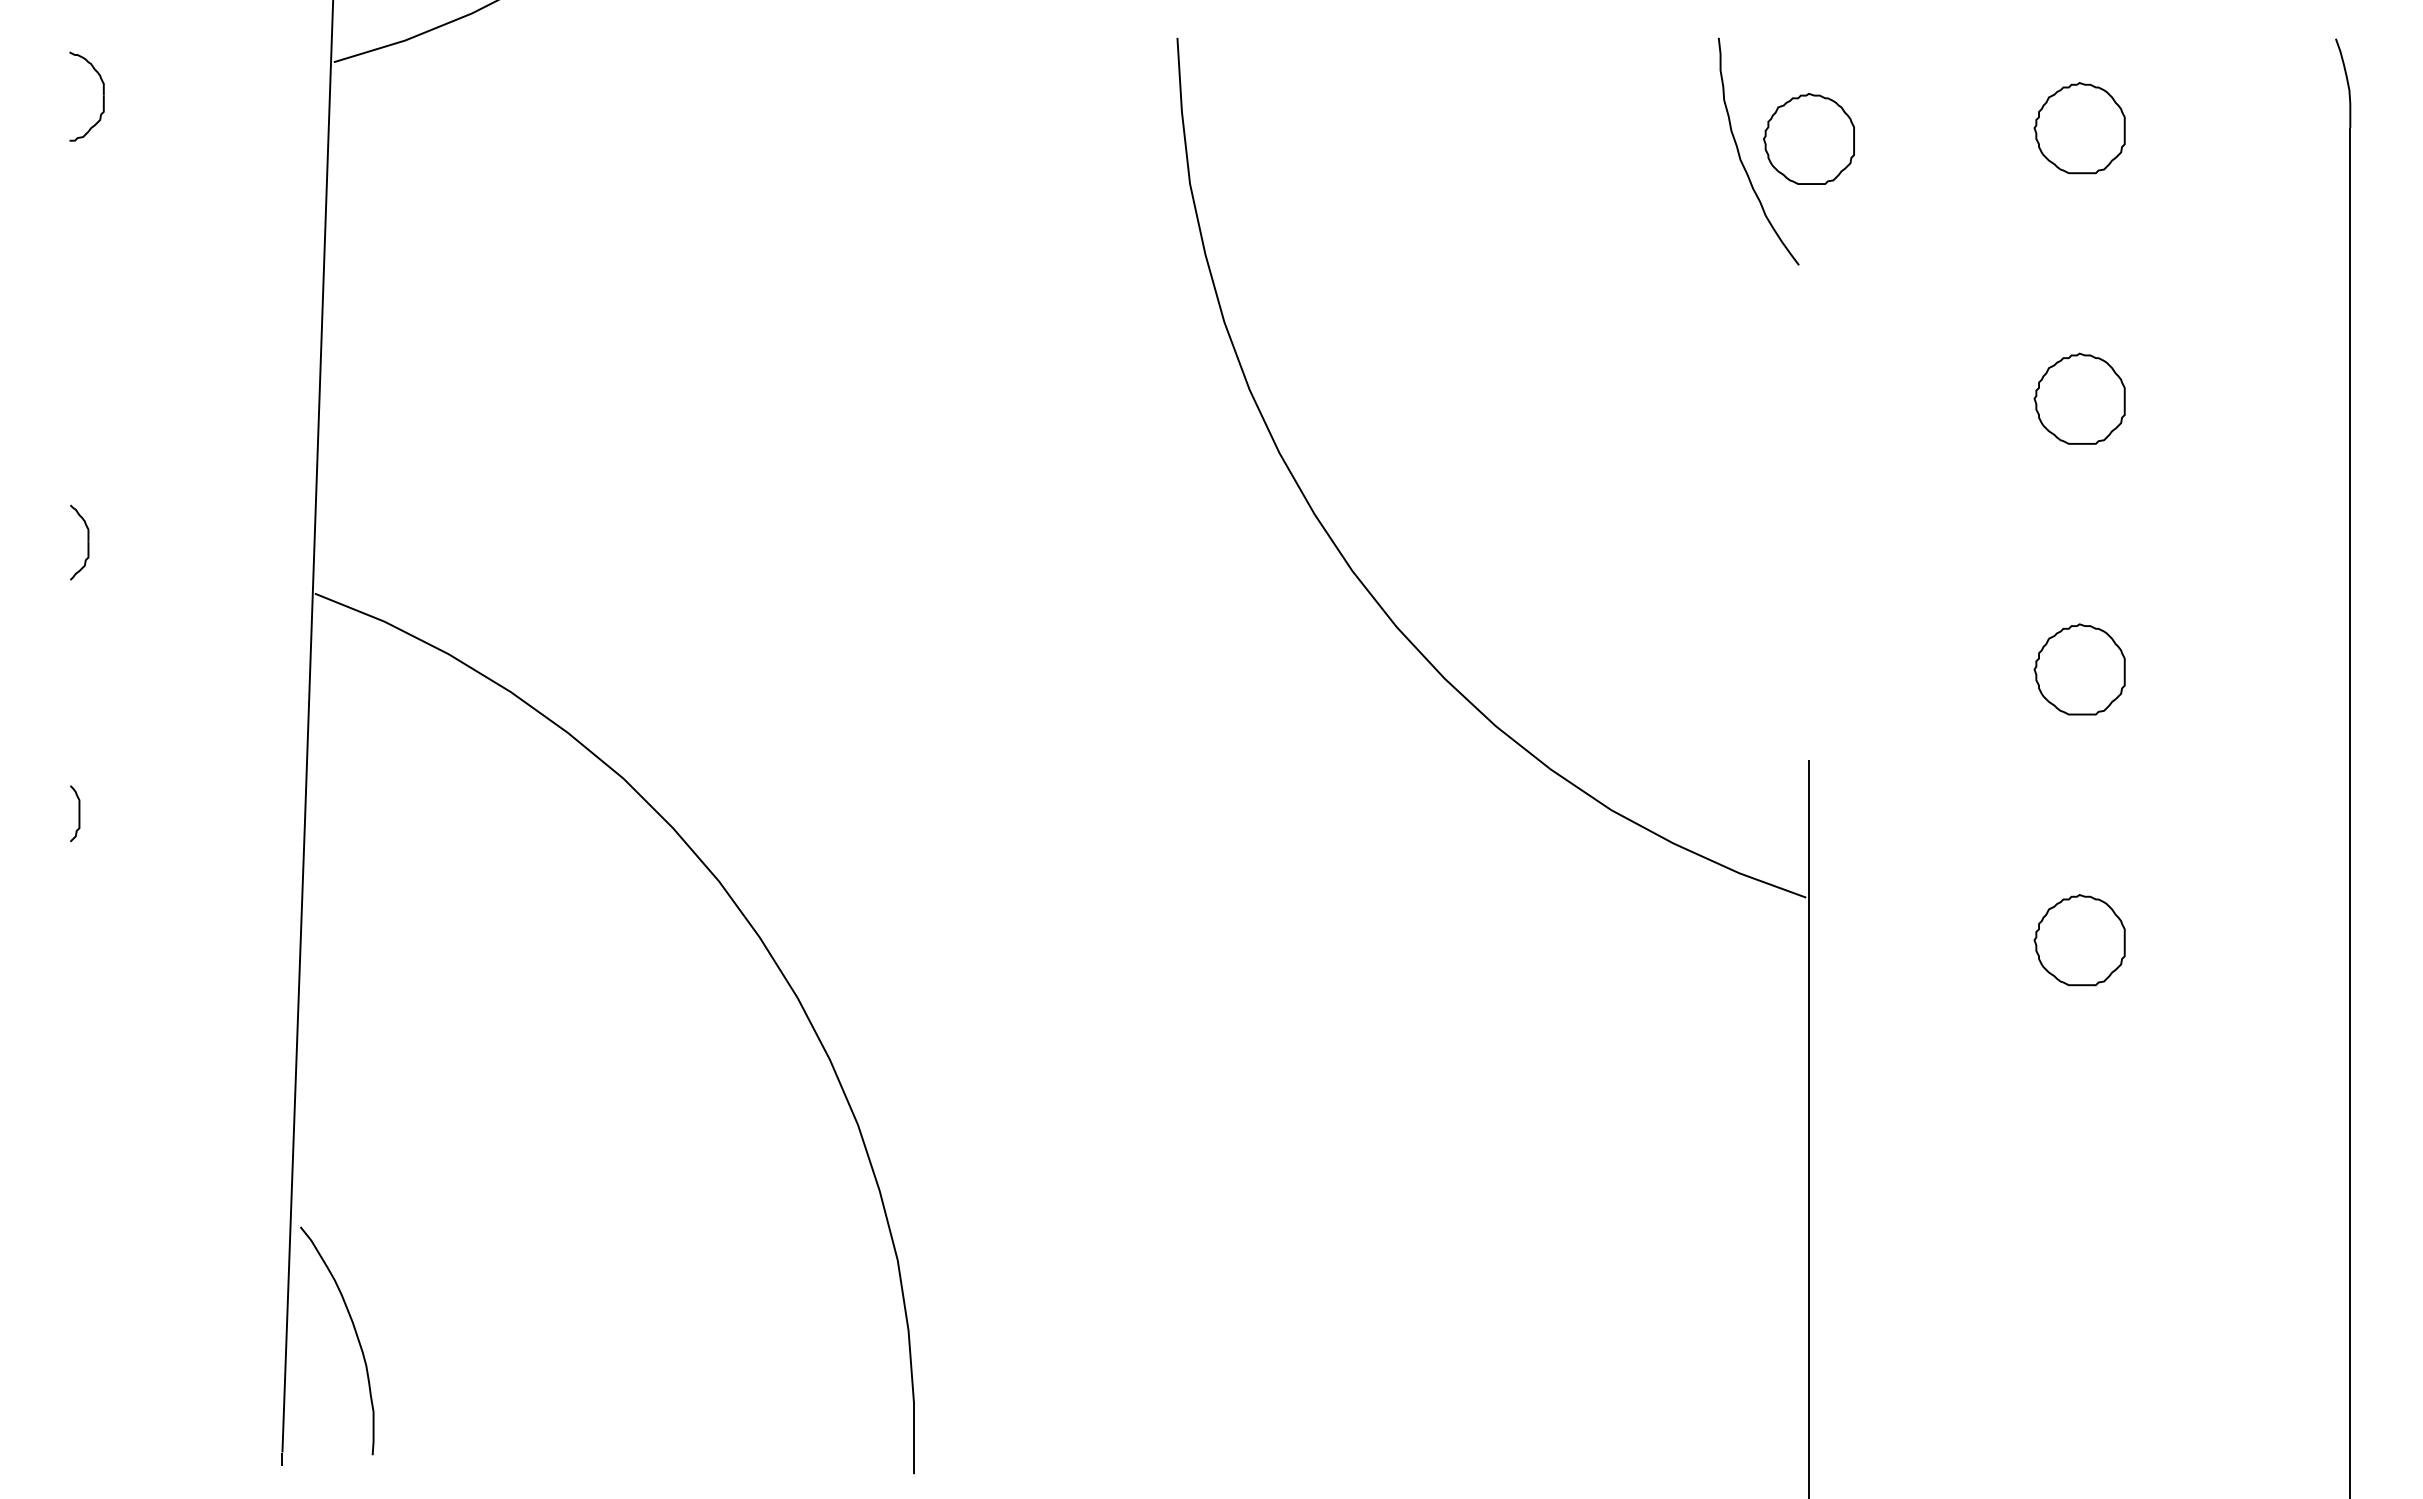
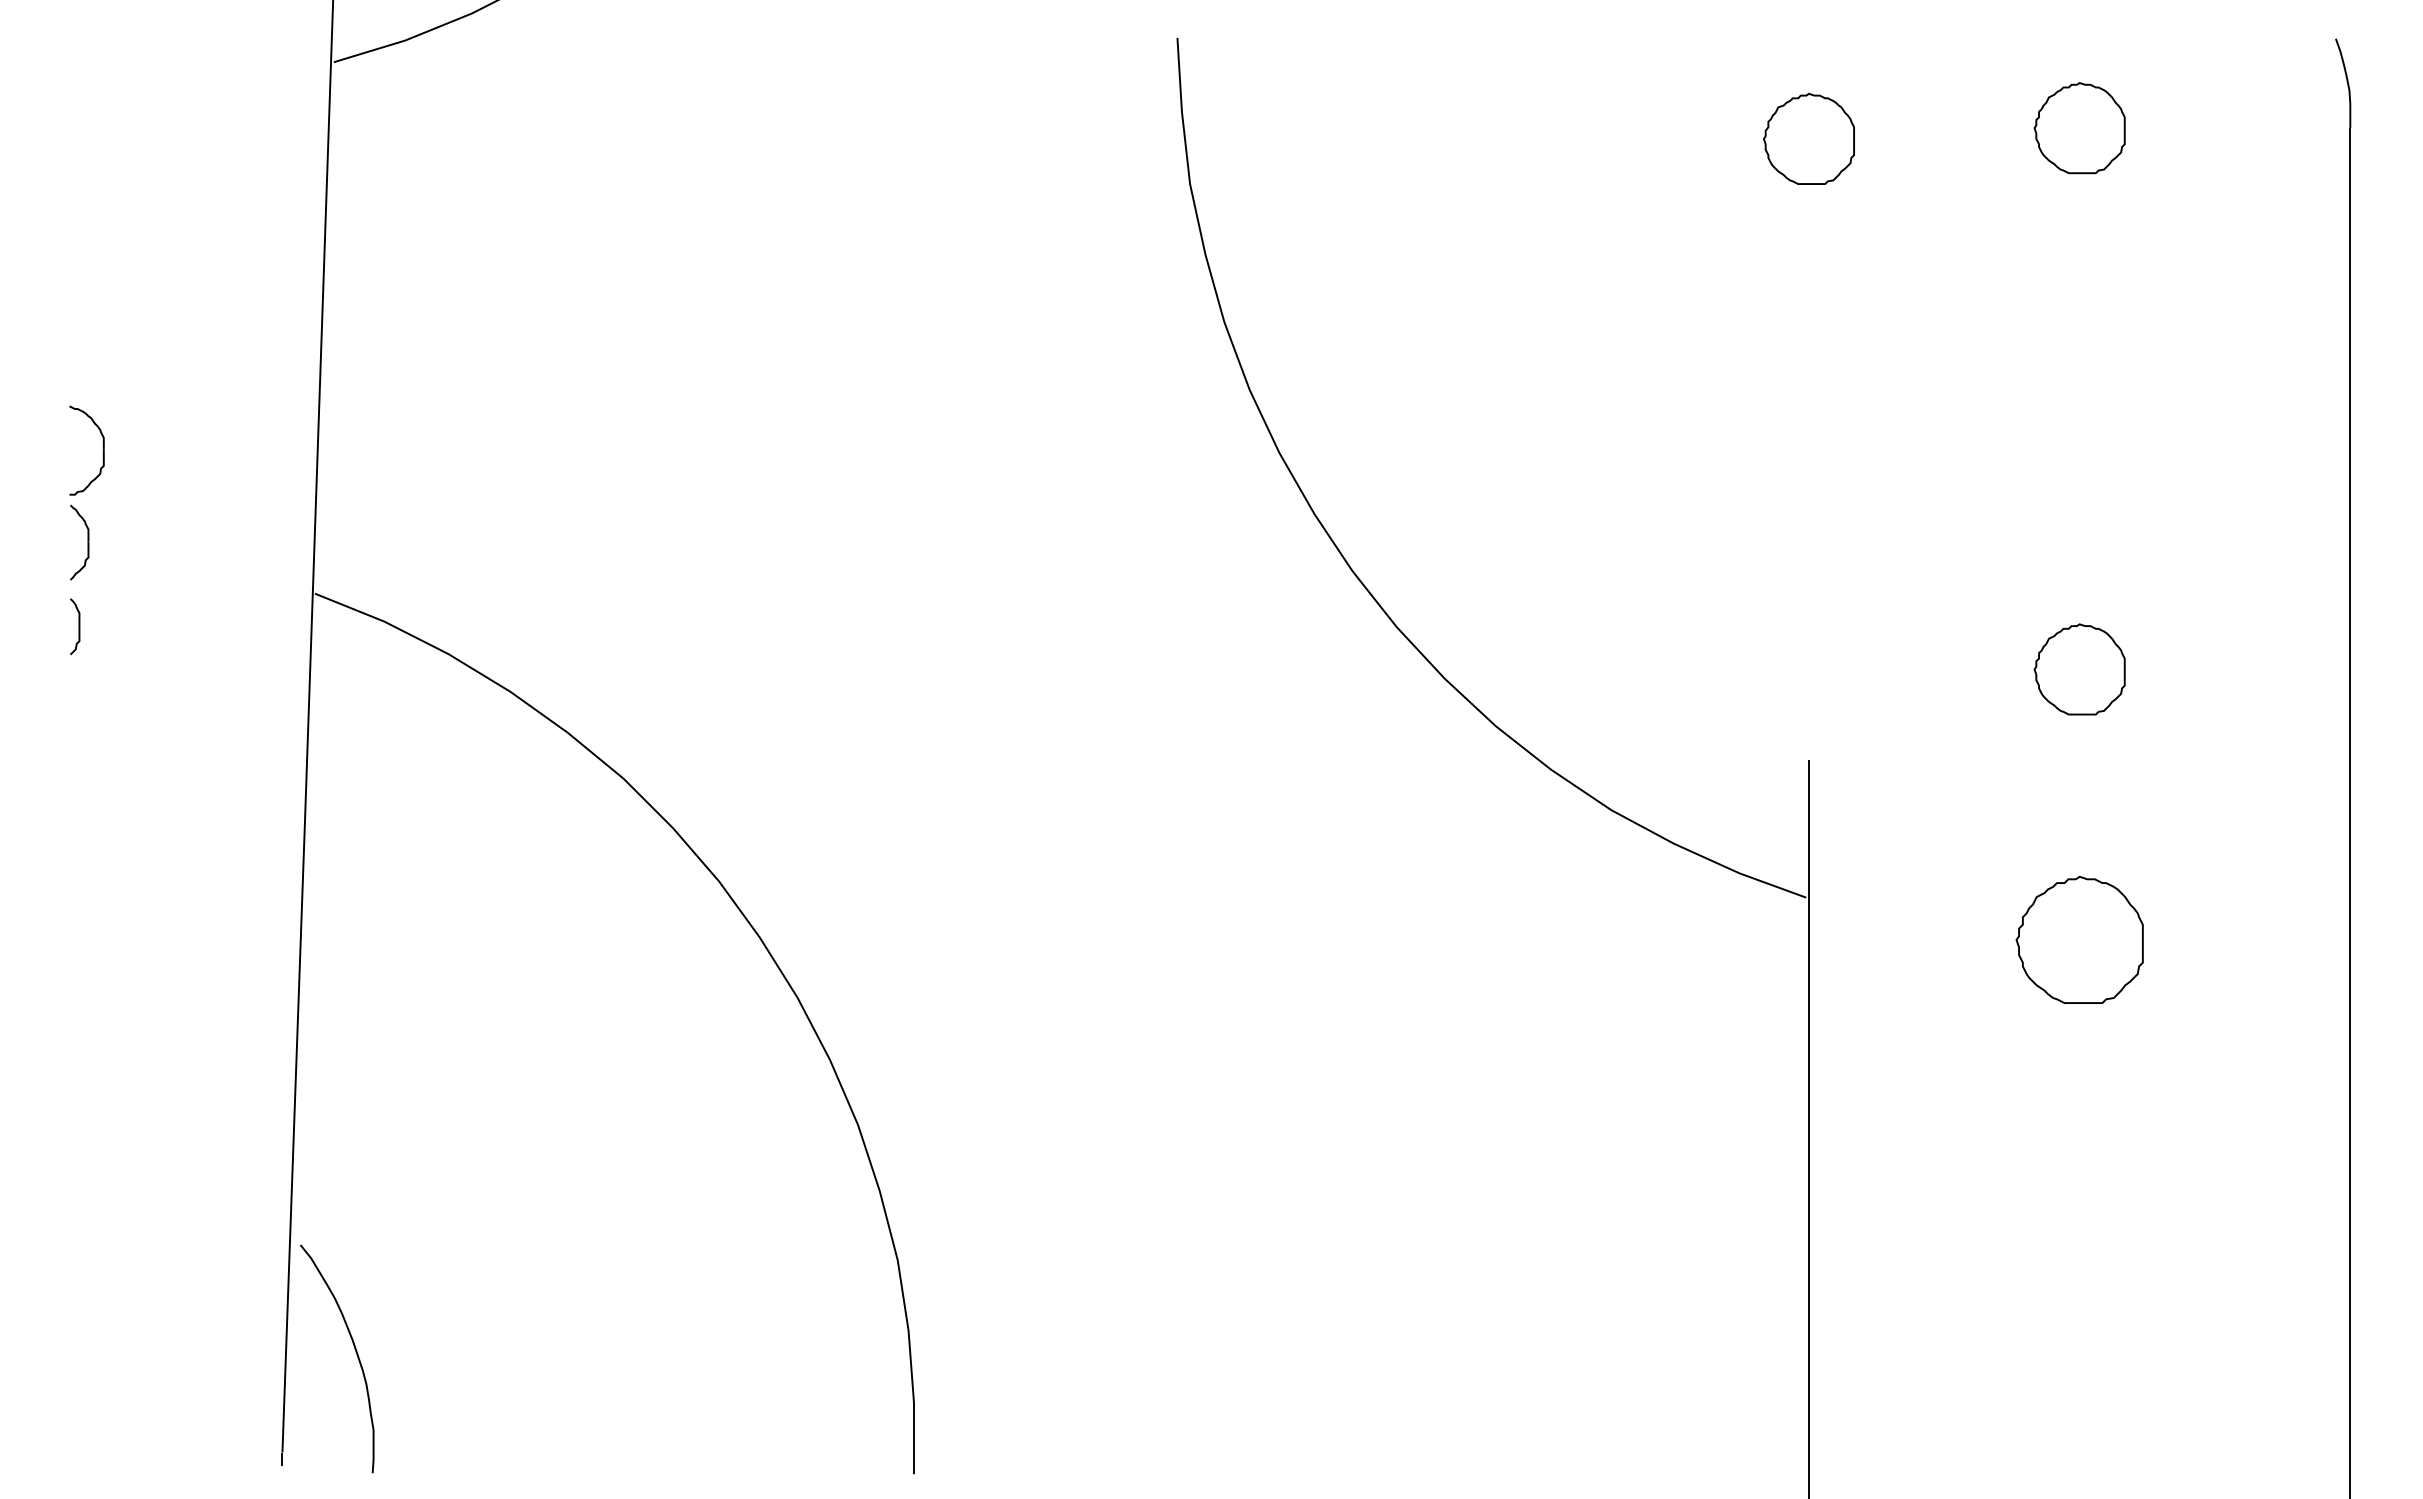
part at (102, 96) position: (102, 96) -> (102, 450)
curve at (1740, 155): present -> none
part at (2079, 398): present -> none
part at (75, 813) position: (75, 813) -> (75, 626)
part at (2079, 940) size: 93x93 px -> 129x129 px
curve at (355, 1334) position: (355, 1334) -> (355, 1352)
